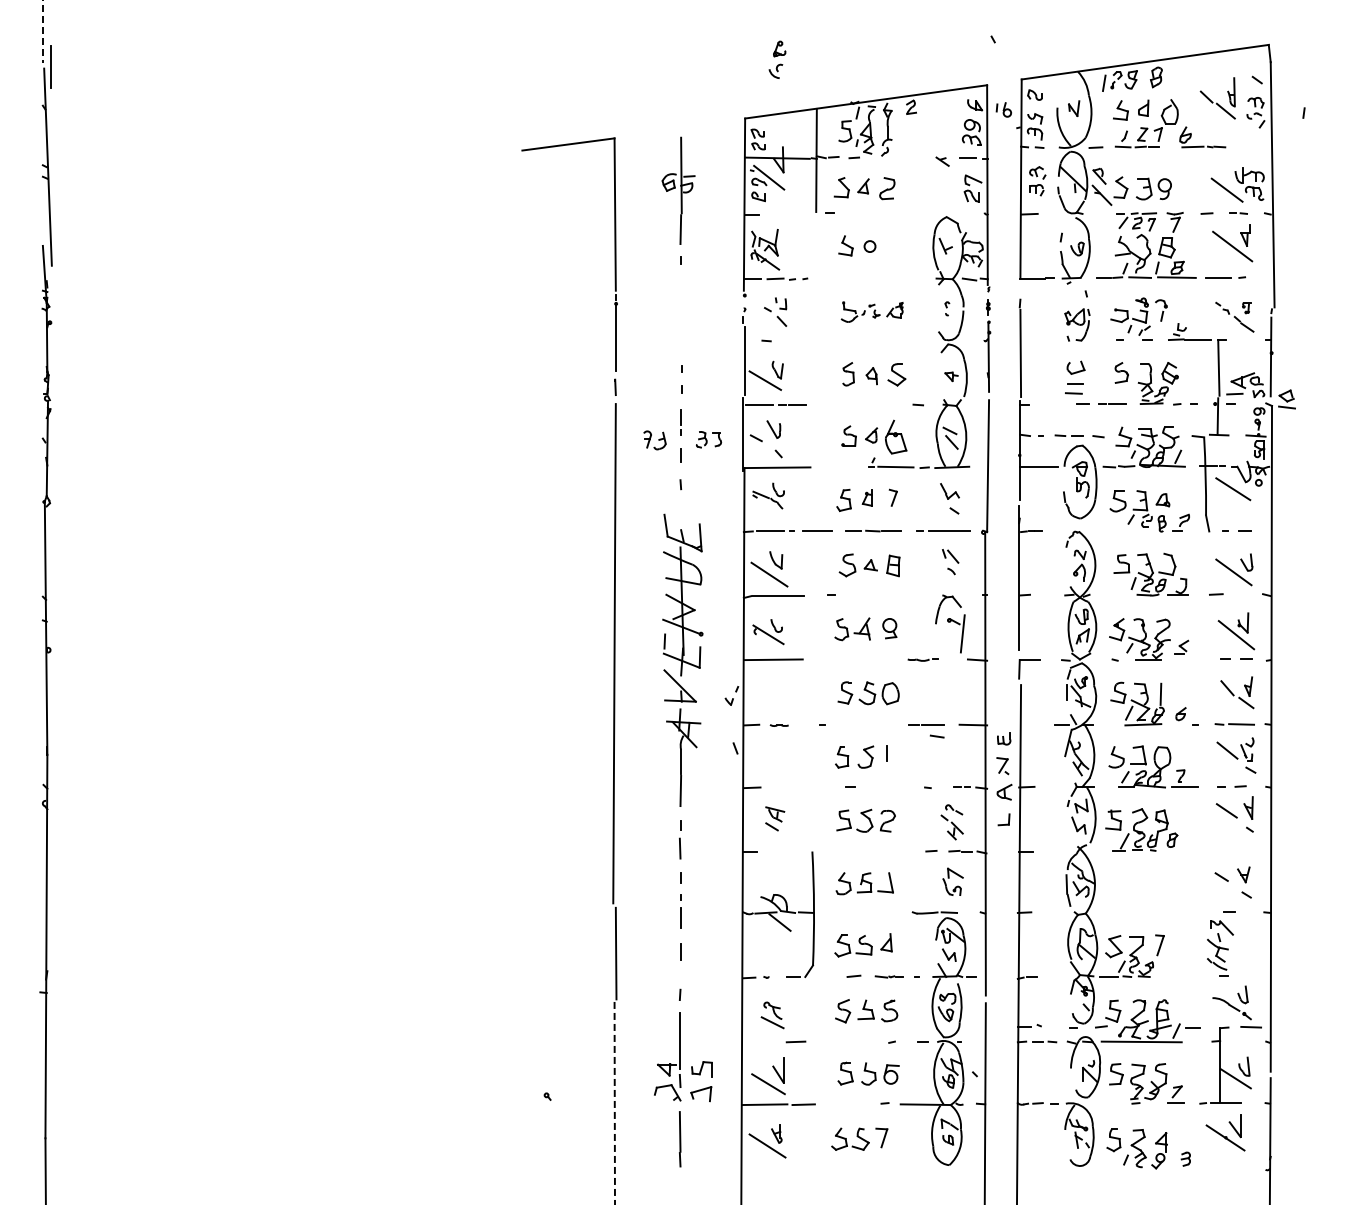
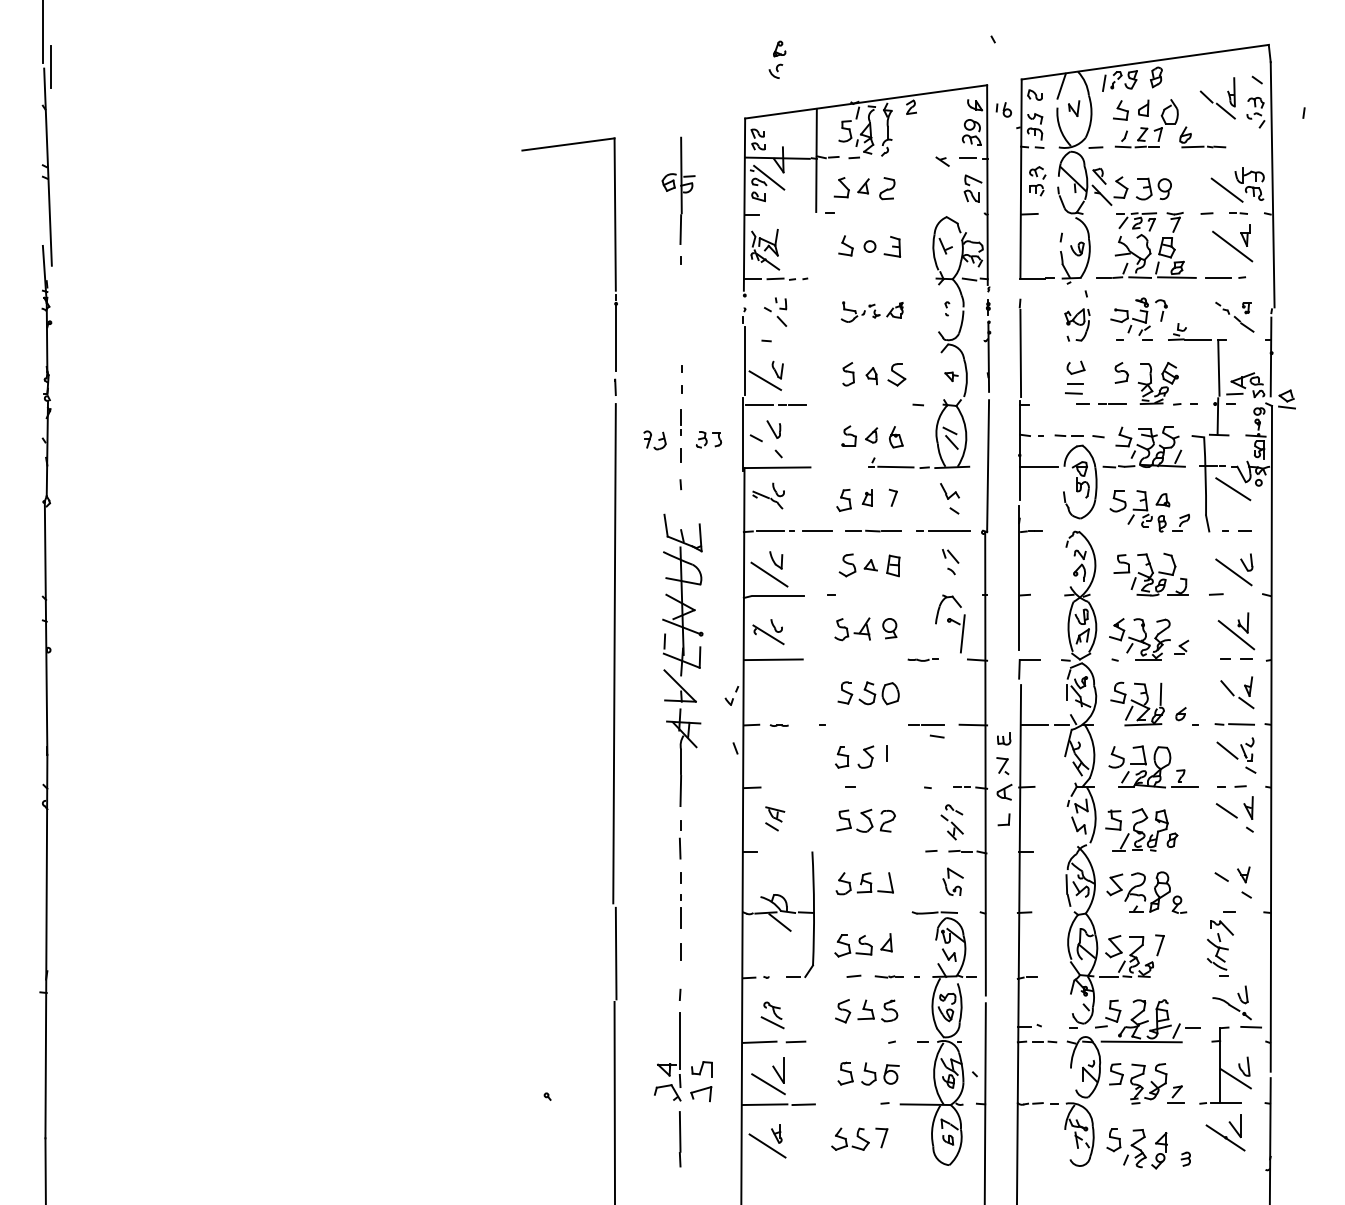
line at (42, 31): dashed -> solid
line at (1061, 85): none -> present
part at (892, 246): none -> present
part at (896, 436) size: 23x36 px -> 15x23 px
line at (1034, 725): none -> present
part at (1146, 892): none -> present
line at (759, 1041): none -> present
line at (614, 1103): dashed -> solid
